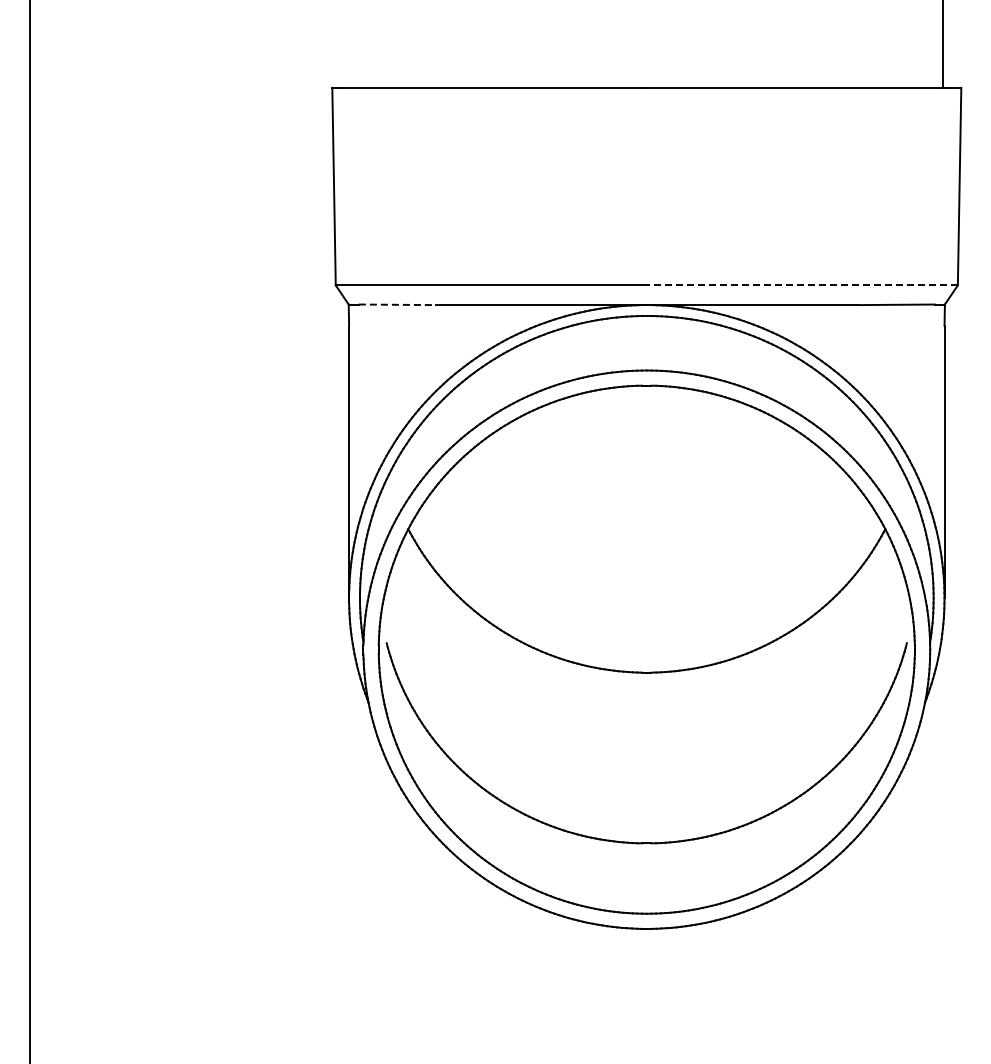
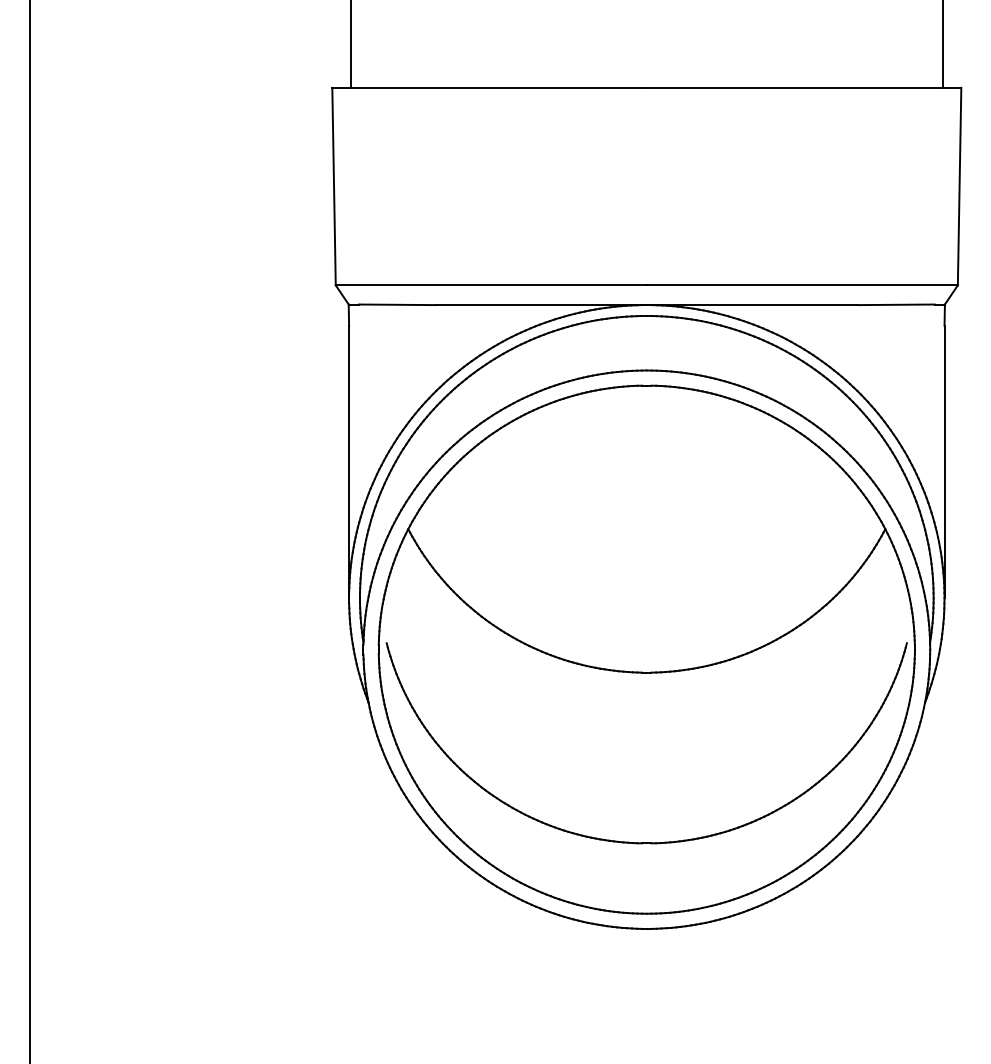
line at (350, 44): none -> present
line at (802, 285): dashed -> solid
line at (397, 304): dashed -> solid
